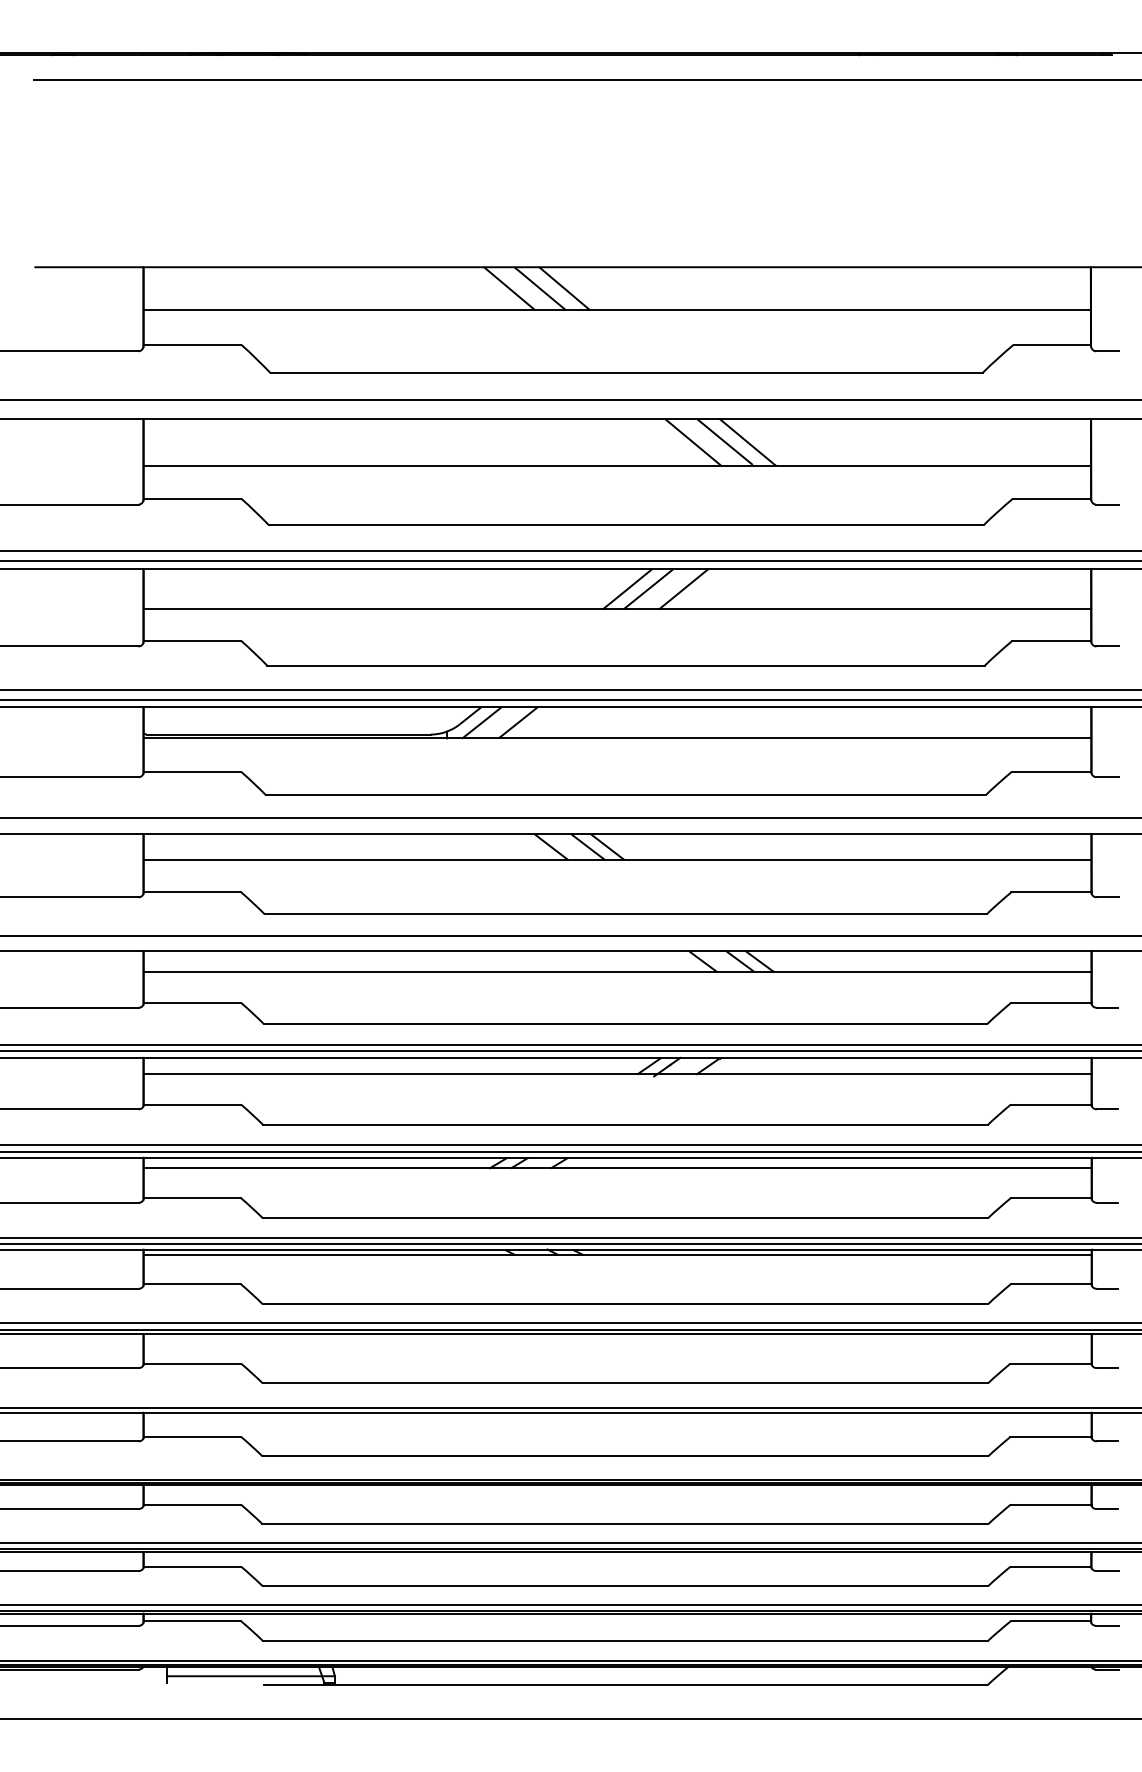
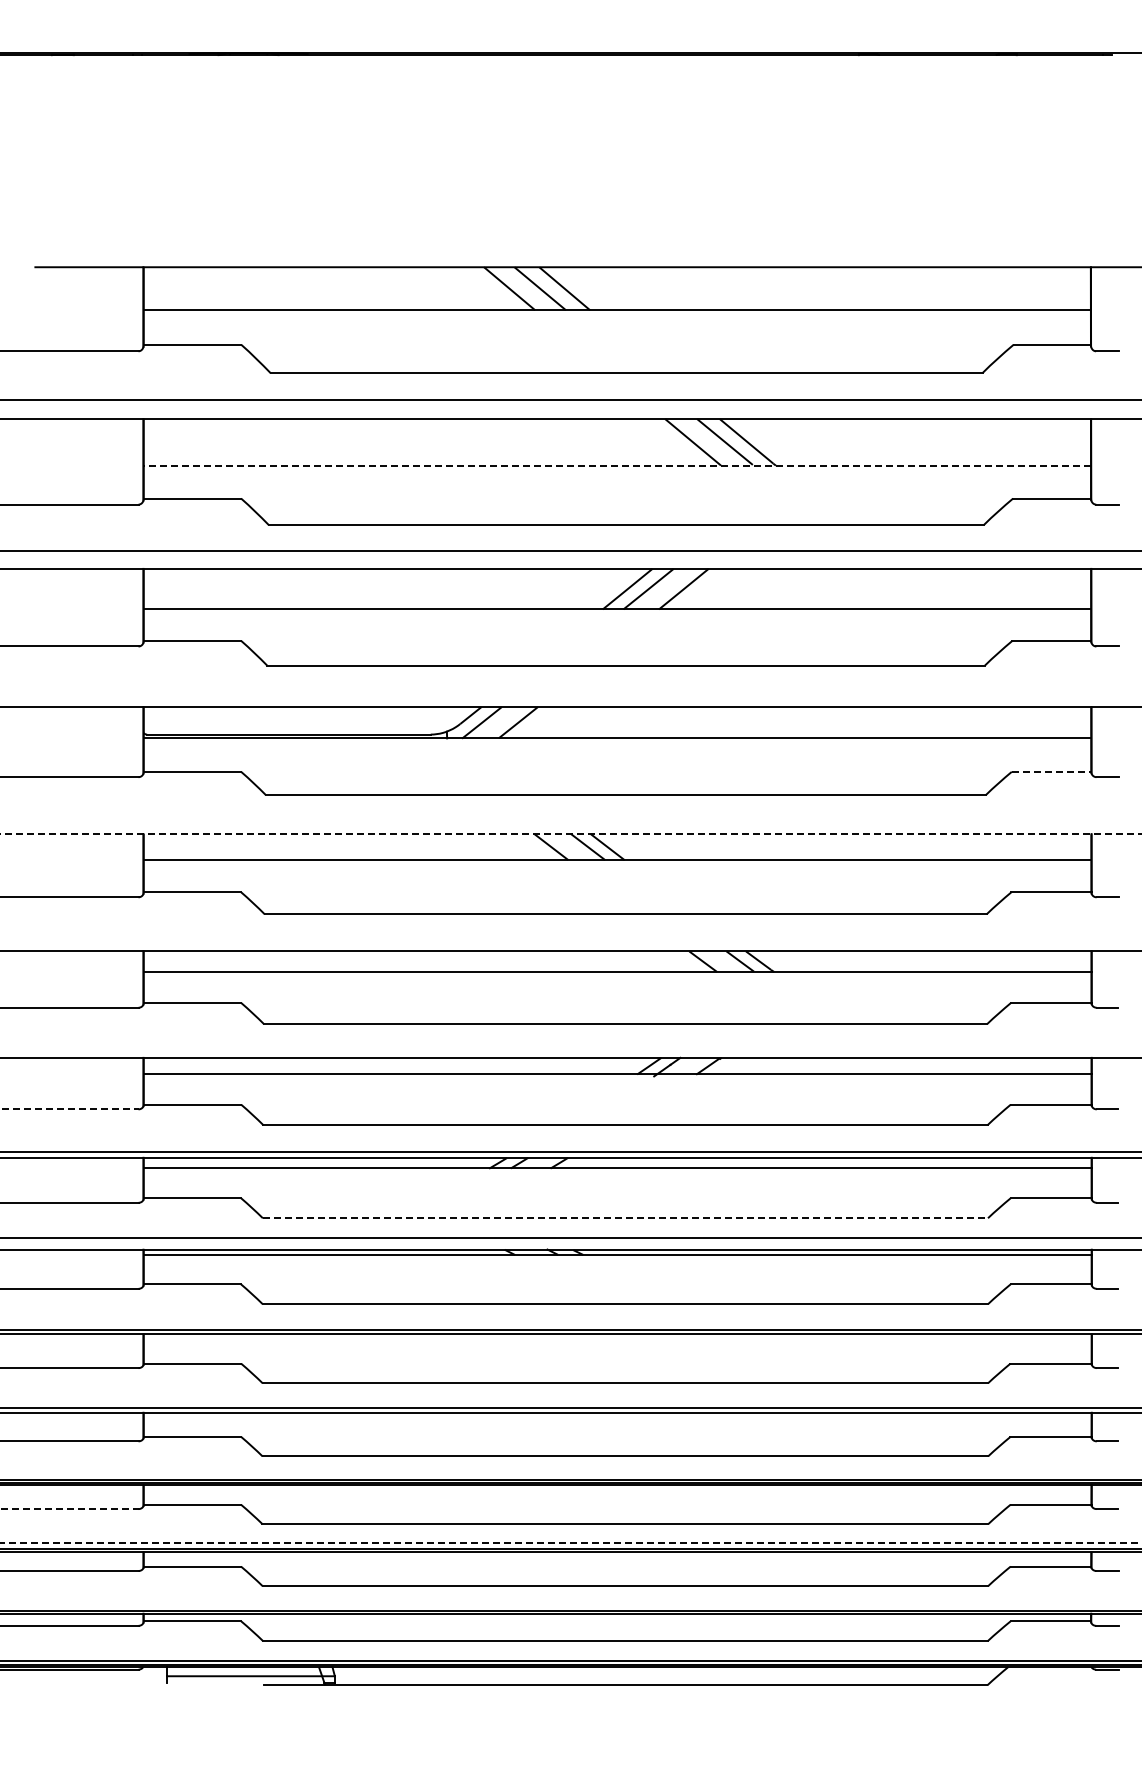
line at (586, 79): present -> none
line at (617, 465): solid -> dashed
line at (570, 560): present -> none
line at (570, 689): present -> none
line at (570, 699): present -> none
line at (1051, 771): solid -> dashed
line at (570, 817): present -> none
line at (572, 834): solid -> dashed
line at (570, 935): present -> none
line at (570, 1044): present -> none
line at (570, 1051): present -> none
line at (69, 1109): solid -> dashed
line at (570, 1145): present -> none
line at (625, 1218): solid -> dashed
line at (570, 1244): present -> none
line at (570, 1323): present -> none
line at (69, 1509): solid -> dashed
line at (571, 1543): solid -> dashed
line at (570, 1605): present -> none
line at (570, 1718): present -> none
